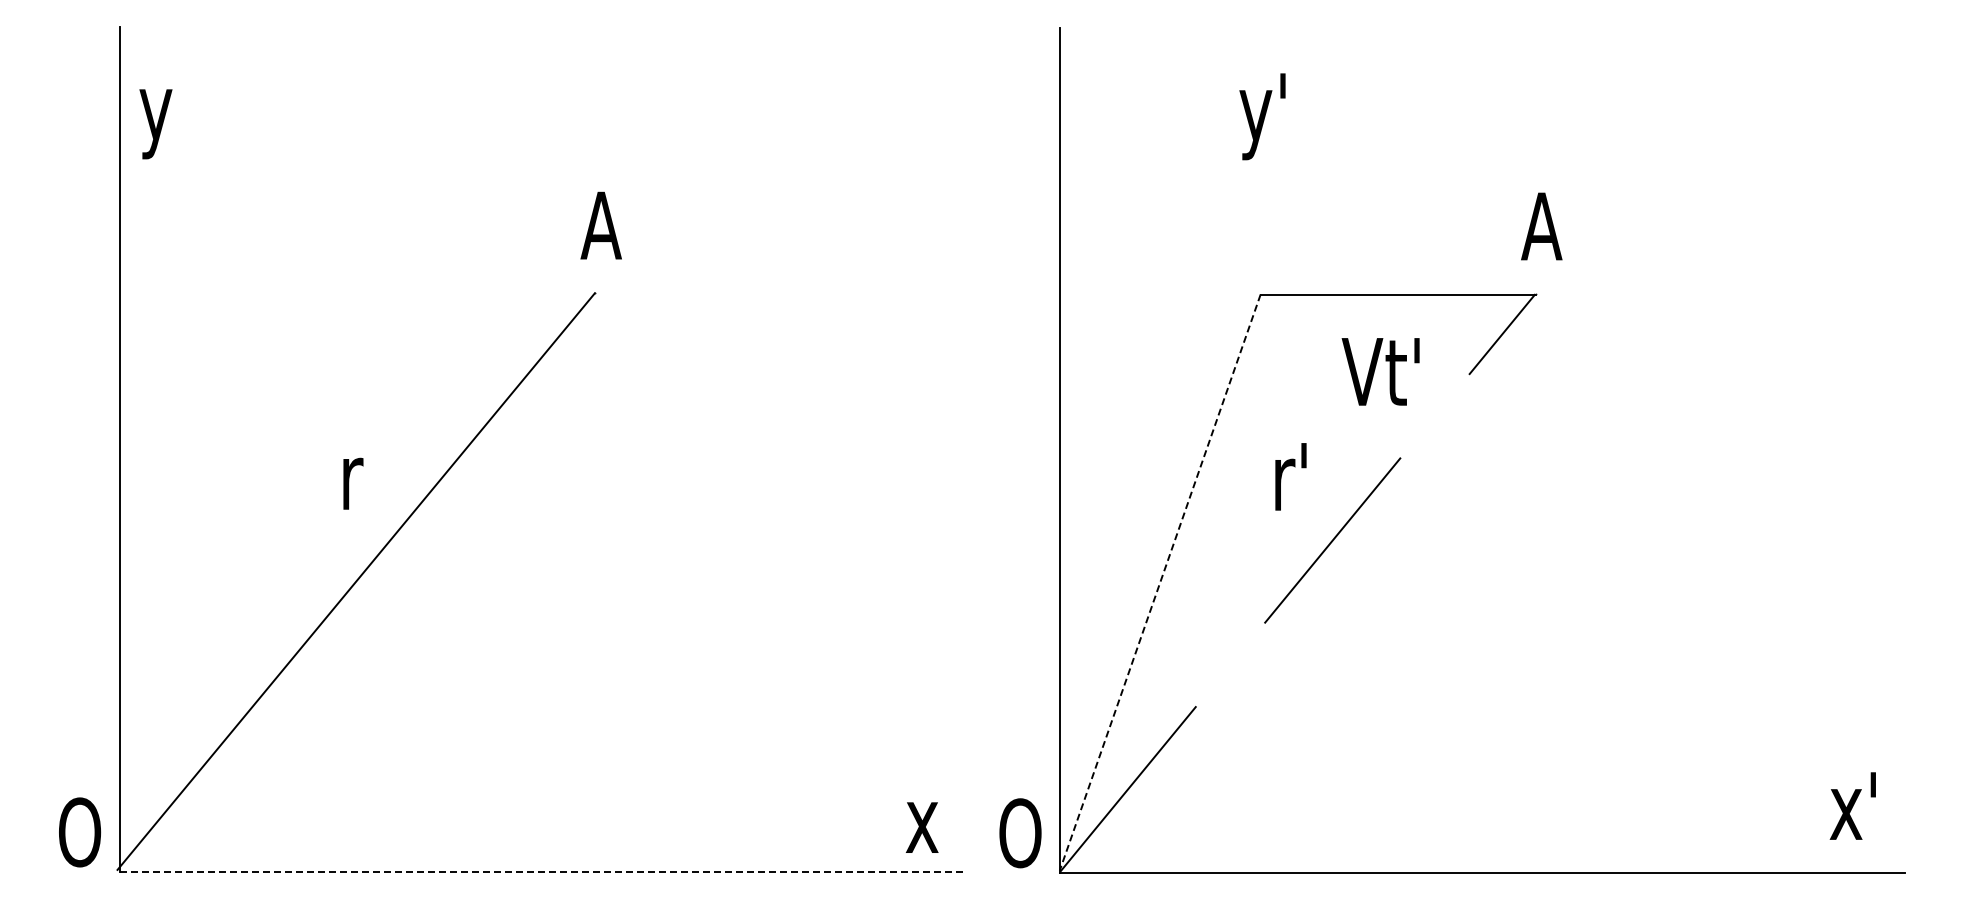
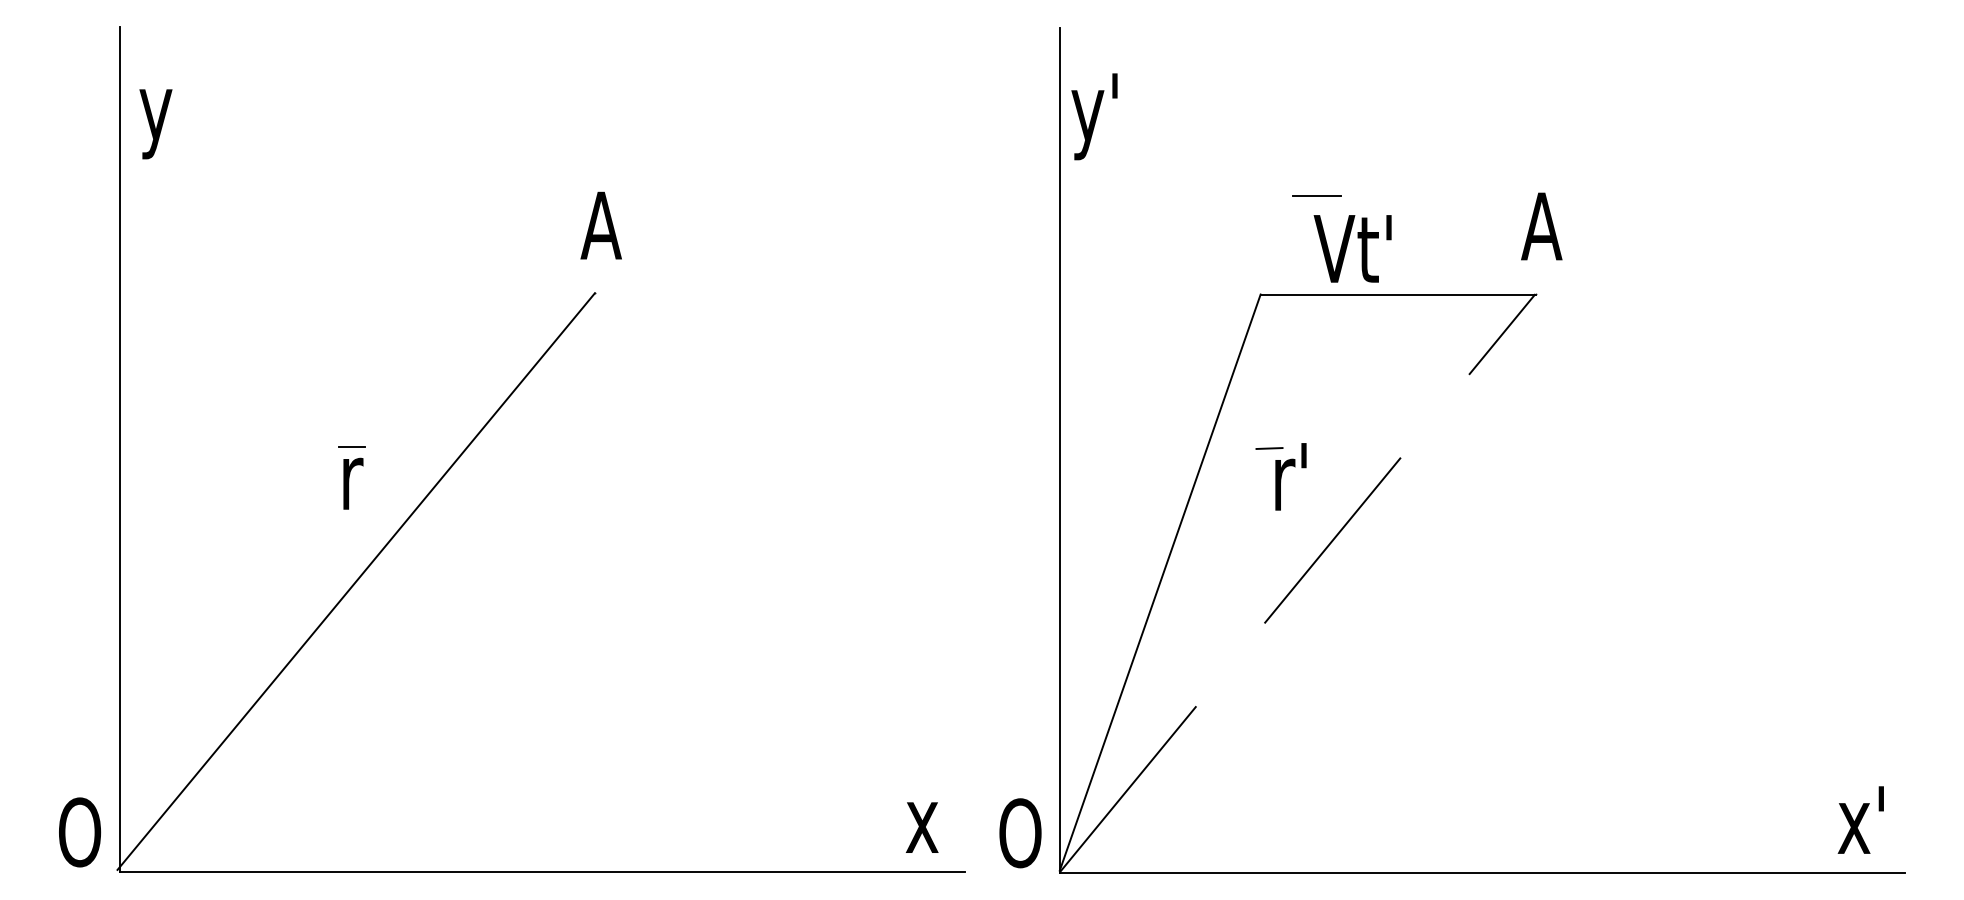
text at (1262, 116) position: (1262, 116) -> (1094, 116)
line at (1317, 196): none -> present
text at (1380, 371) position: (1380, 371) -> (1352, 248)
line at (351, 447): none -> present
line at (1269, 448): none -> present
line at (1160, 583): dashed -> solid
text at (1852, 805) position: (1852, 805) -> (1860, 819)
line at (542, 872): dashed -> solid
